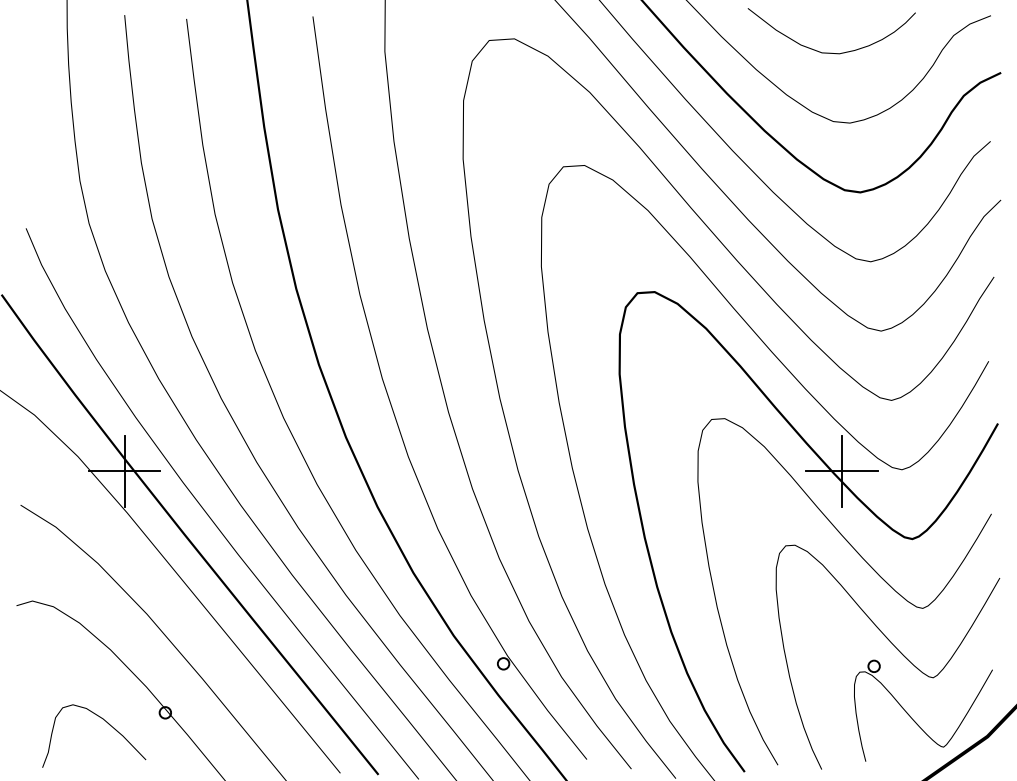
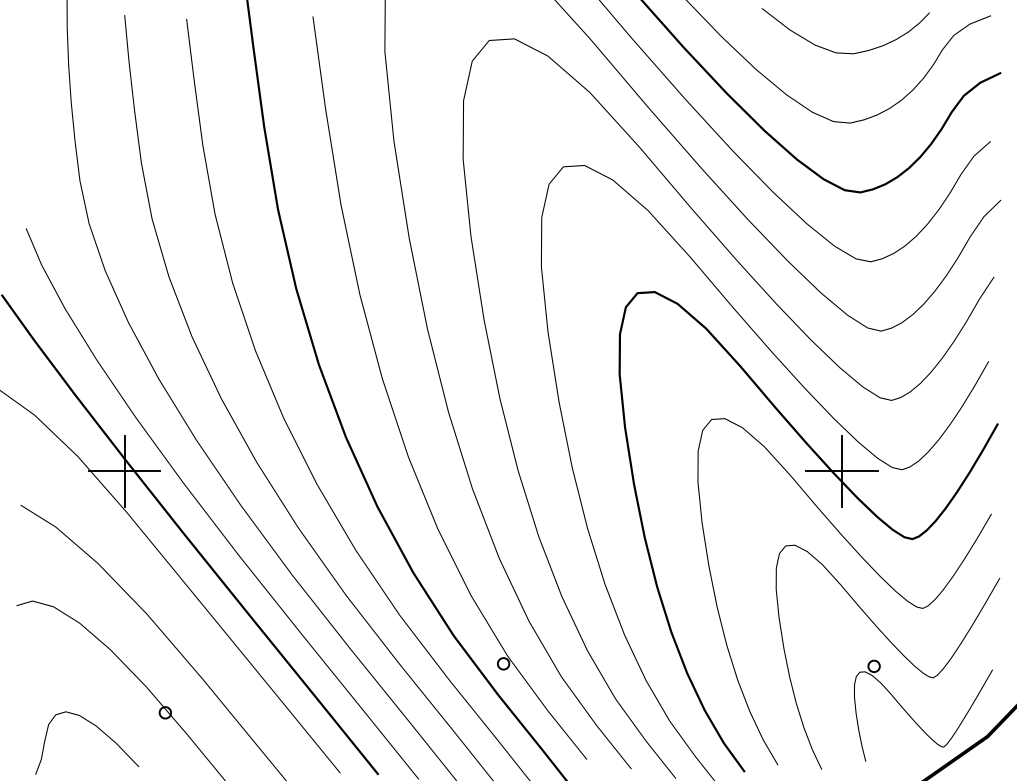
curve at (831, 52) position: (831, 52) -> (845, 52)
curve at (106, 722) position: (106, 722) -> (99, 729)
